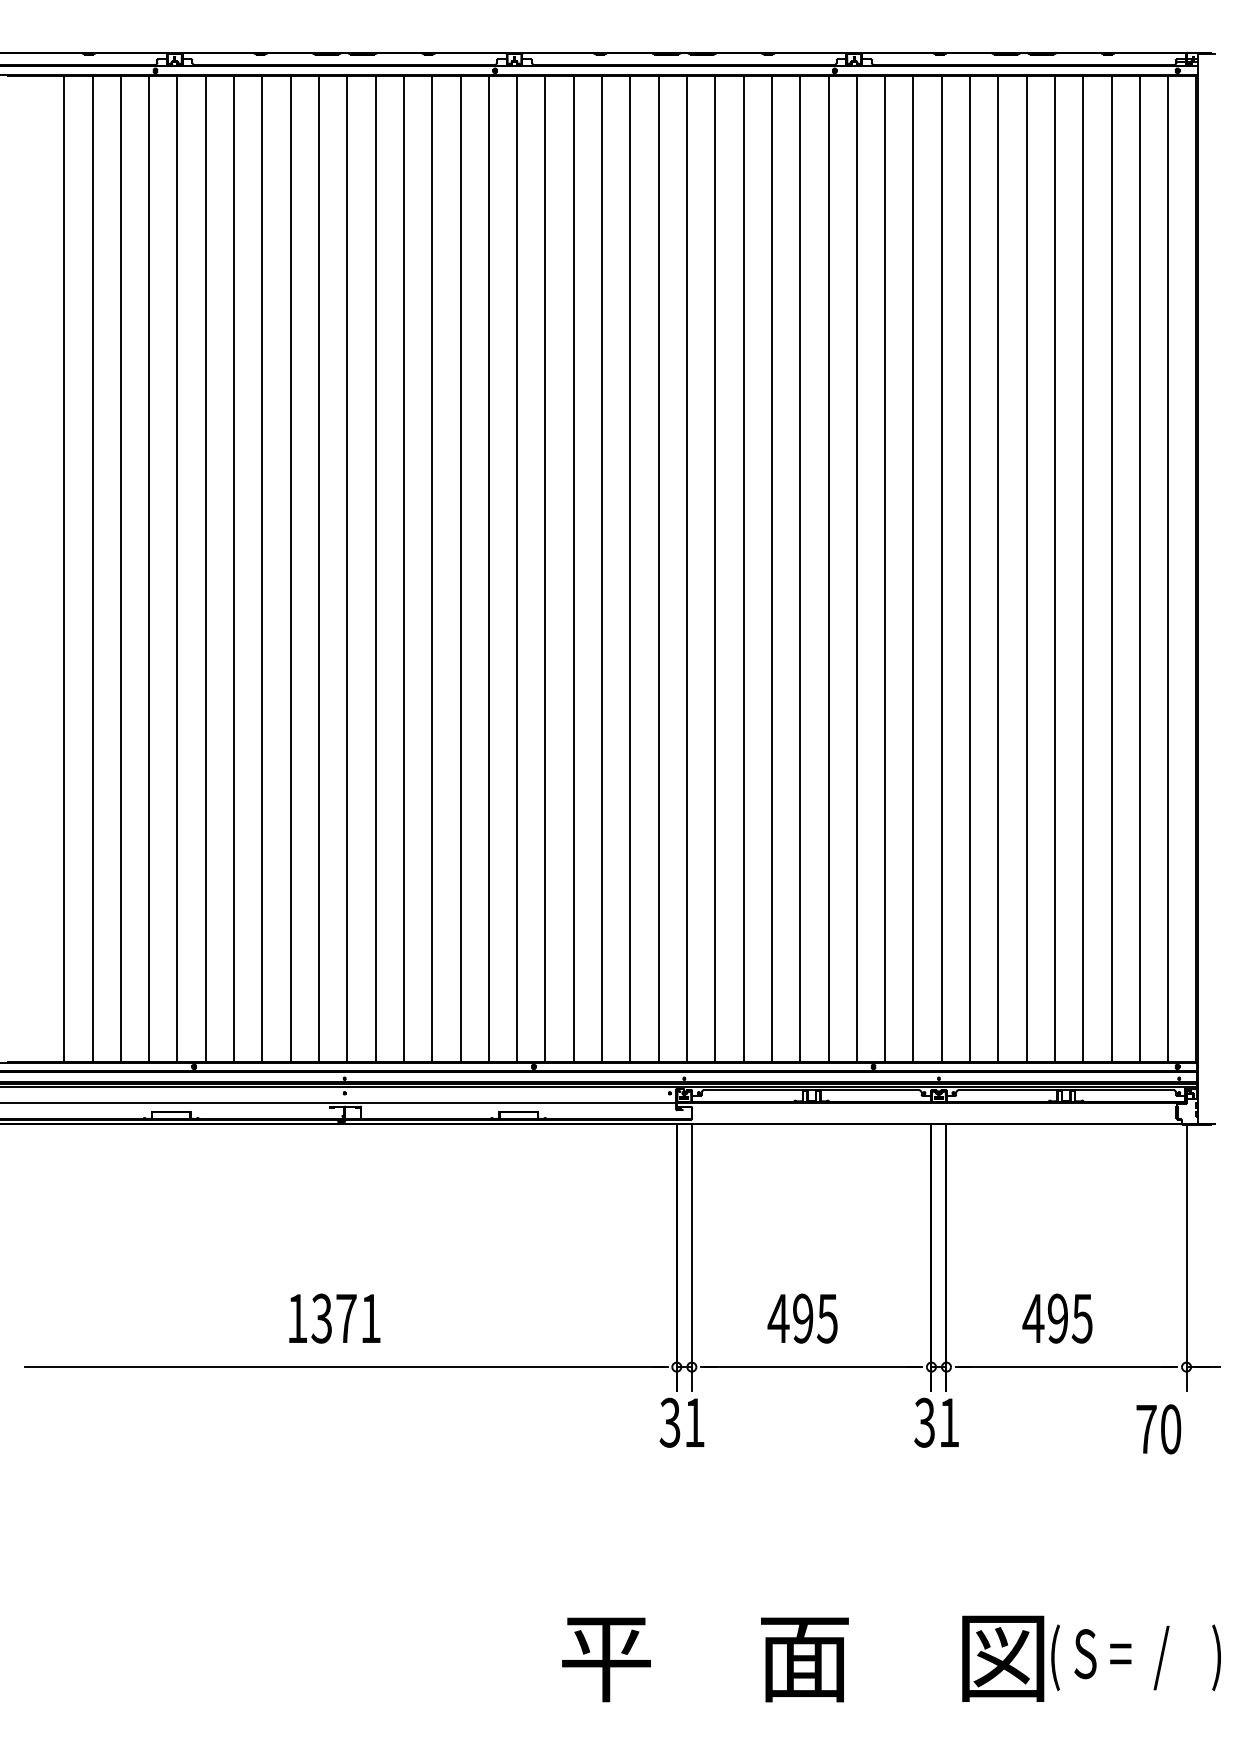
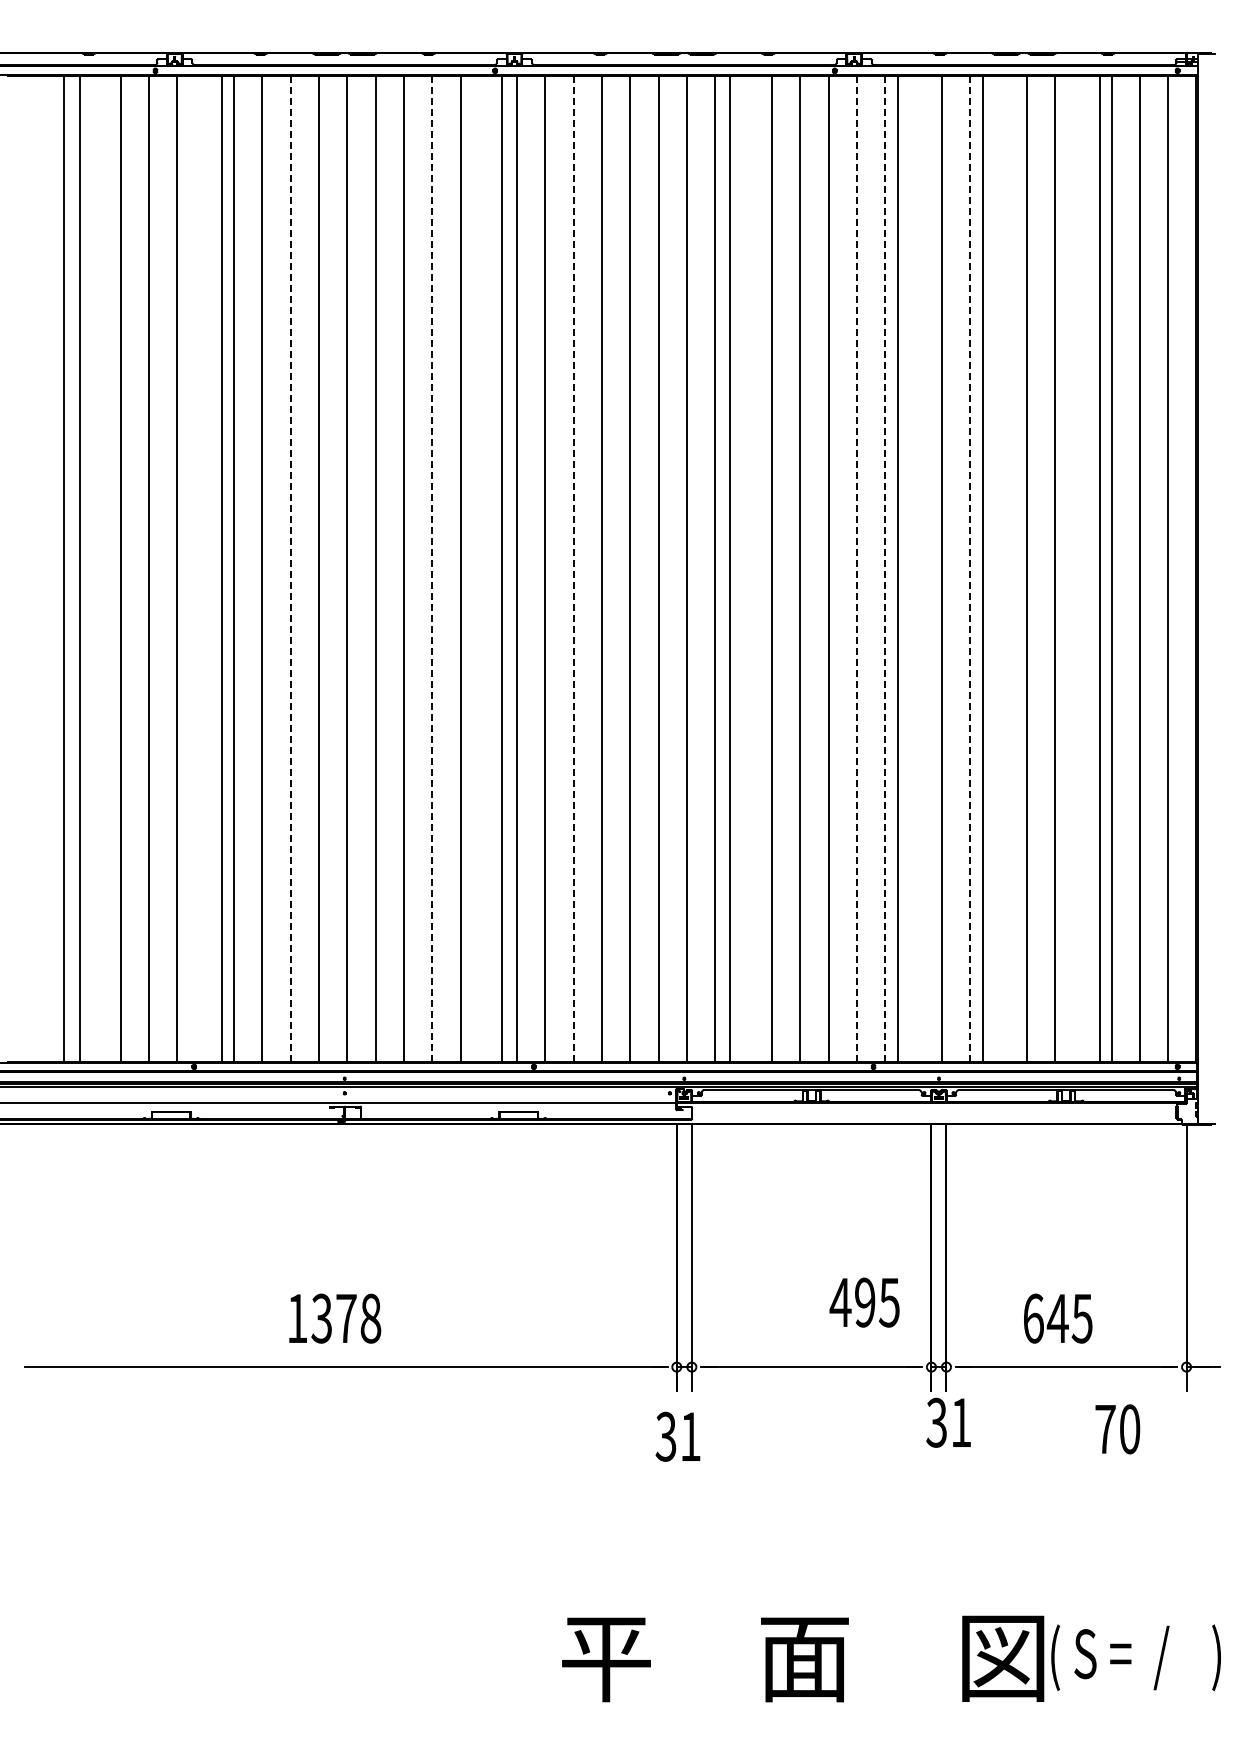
line at (92, 568) position: (92, 568) -> (79, 568)
line at (205, 568) position: (205, 568) -> (221, 568)
line at (290, 568): solid -> dashed
line at (432, 568): solid -> dashed
line at (488, 568) position: (488, 568) -> (501, 568)
line at (573, 568): solid -> dashed
line at (743, 568) position: (743, 568) -> (729, 568)
line at (856, 568): solid -> dashed
line at (885, 568): solid -> dashed
line at (913, 568) position: (913, 568) -> (898, 568)
line at (970, 568): solid -> dashed
line at (998, 568) position: (998, 568) -> (983, 568)
line at (1083, 568) position: (1083, 568) -> (1100, 568)
text at (370, 1318): 1371 -> 1378
text at (802, 1318) position: (802, 1318) -> (864, 1302)
text at (1045, 1318): 495 -> 645
text at (681, 1422) position: (681, 1422) -> (677, 1436)
text at (936, 1422) position: (936, 1422) -> (948, 1422)
text at (1158, 1429) position: (1158, 1429) -> (1117, 1429)
